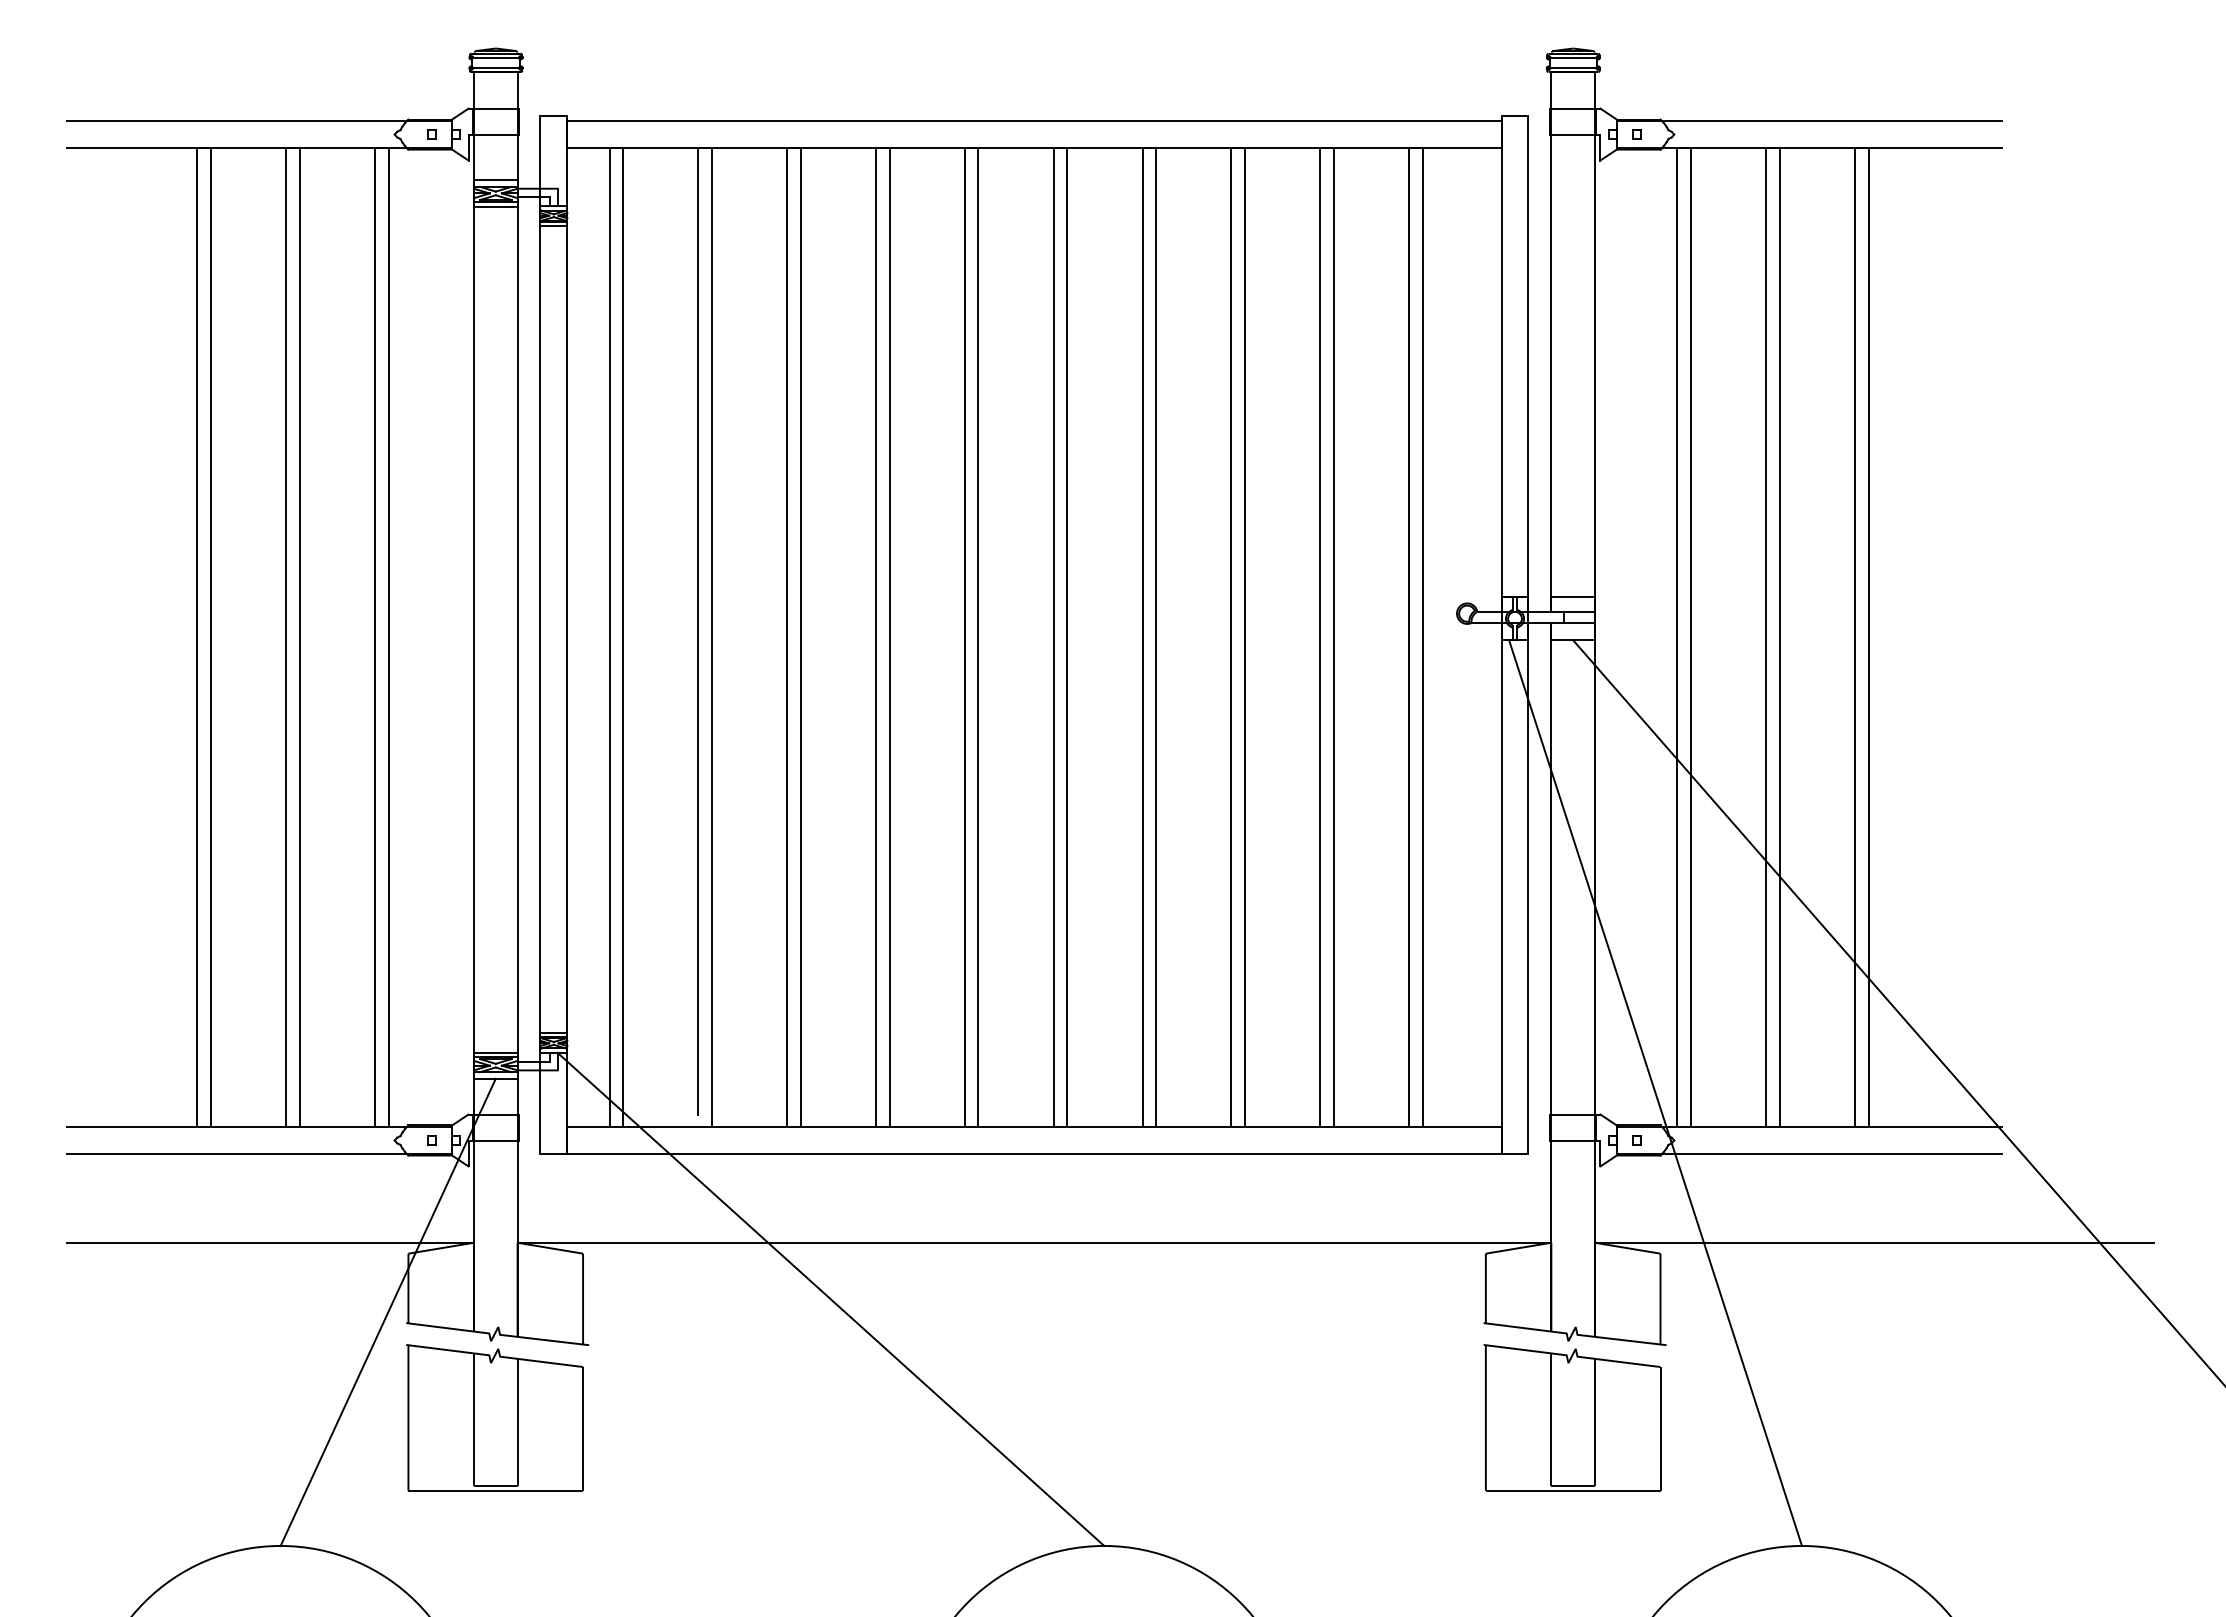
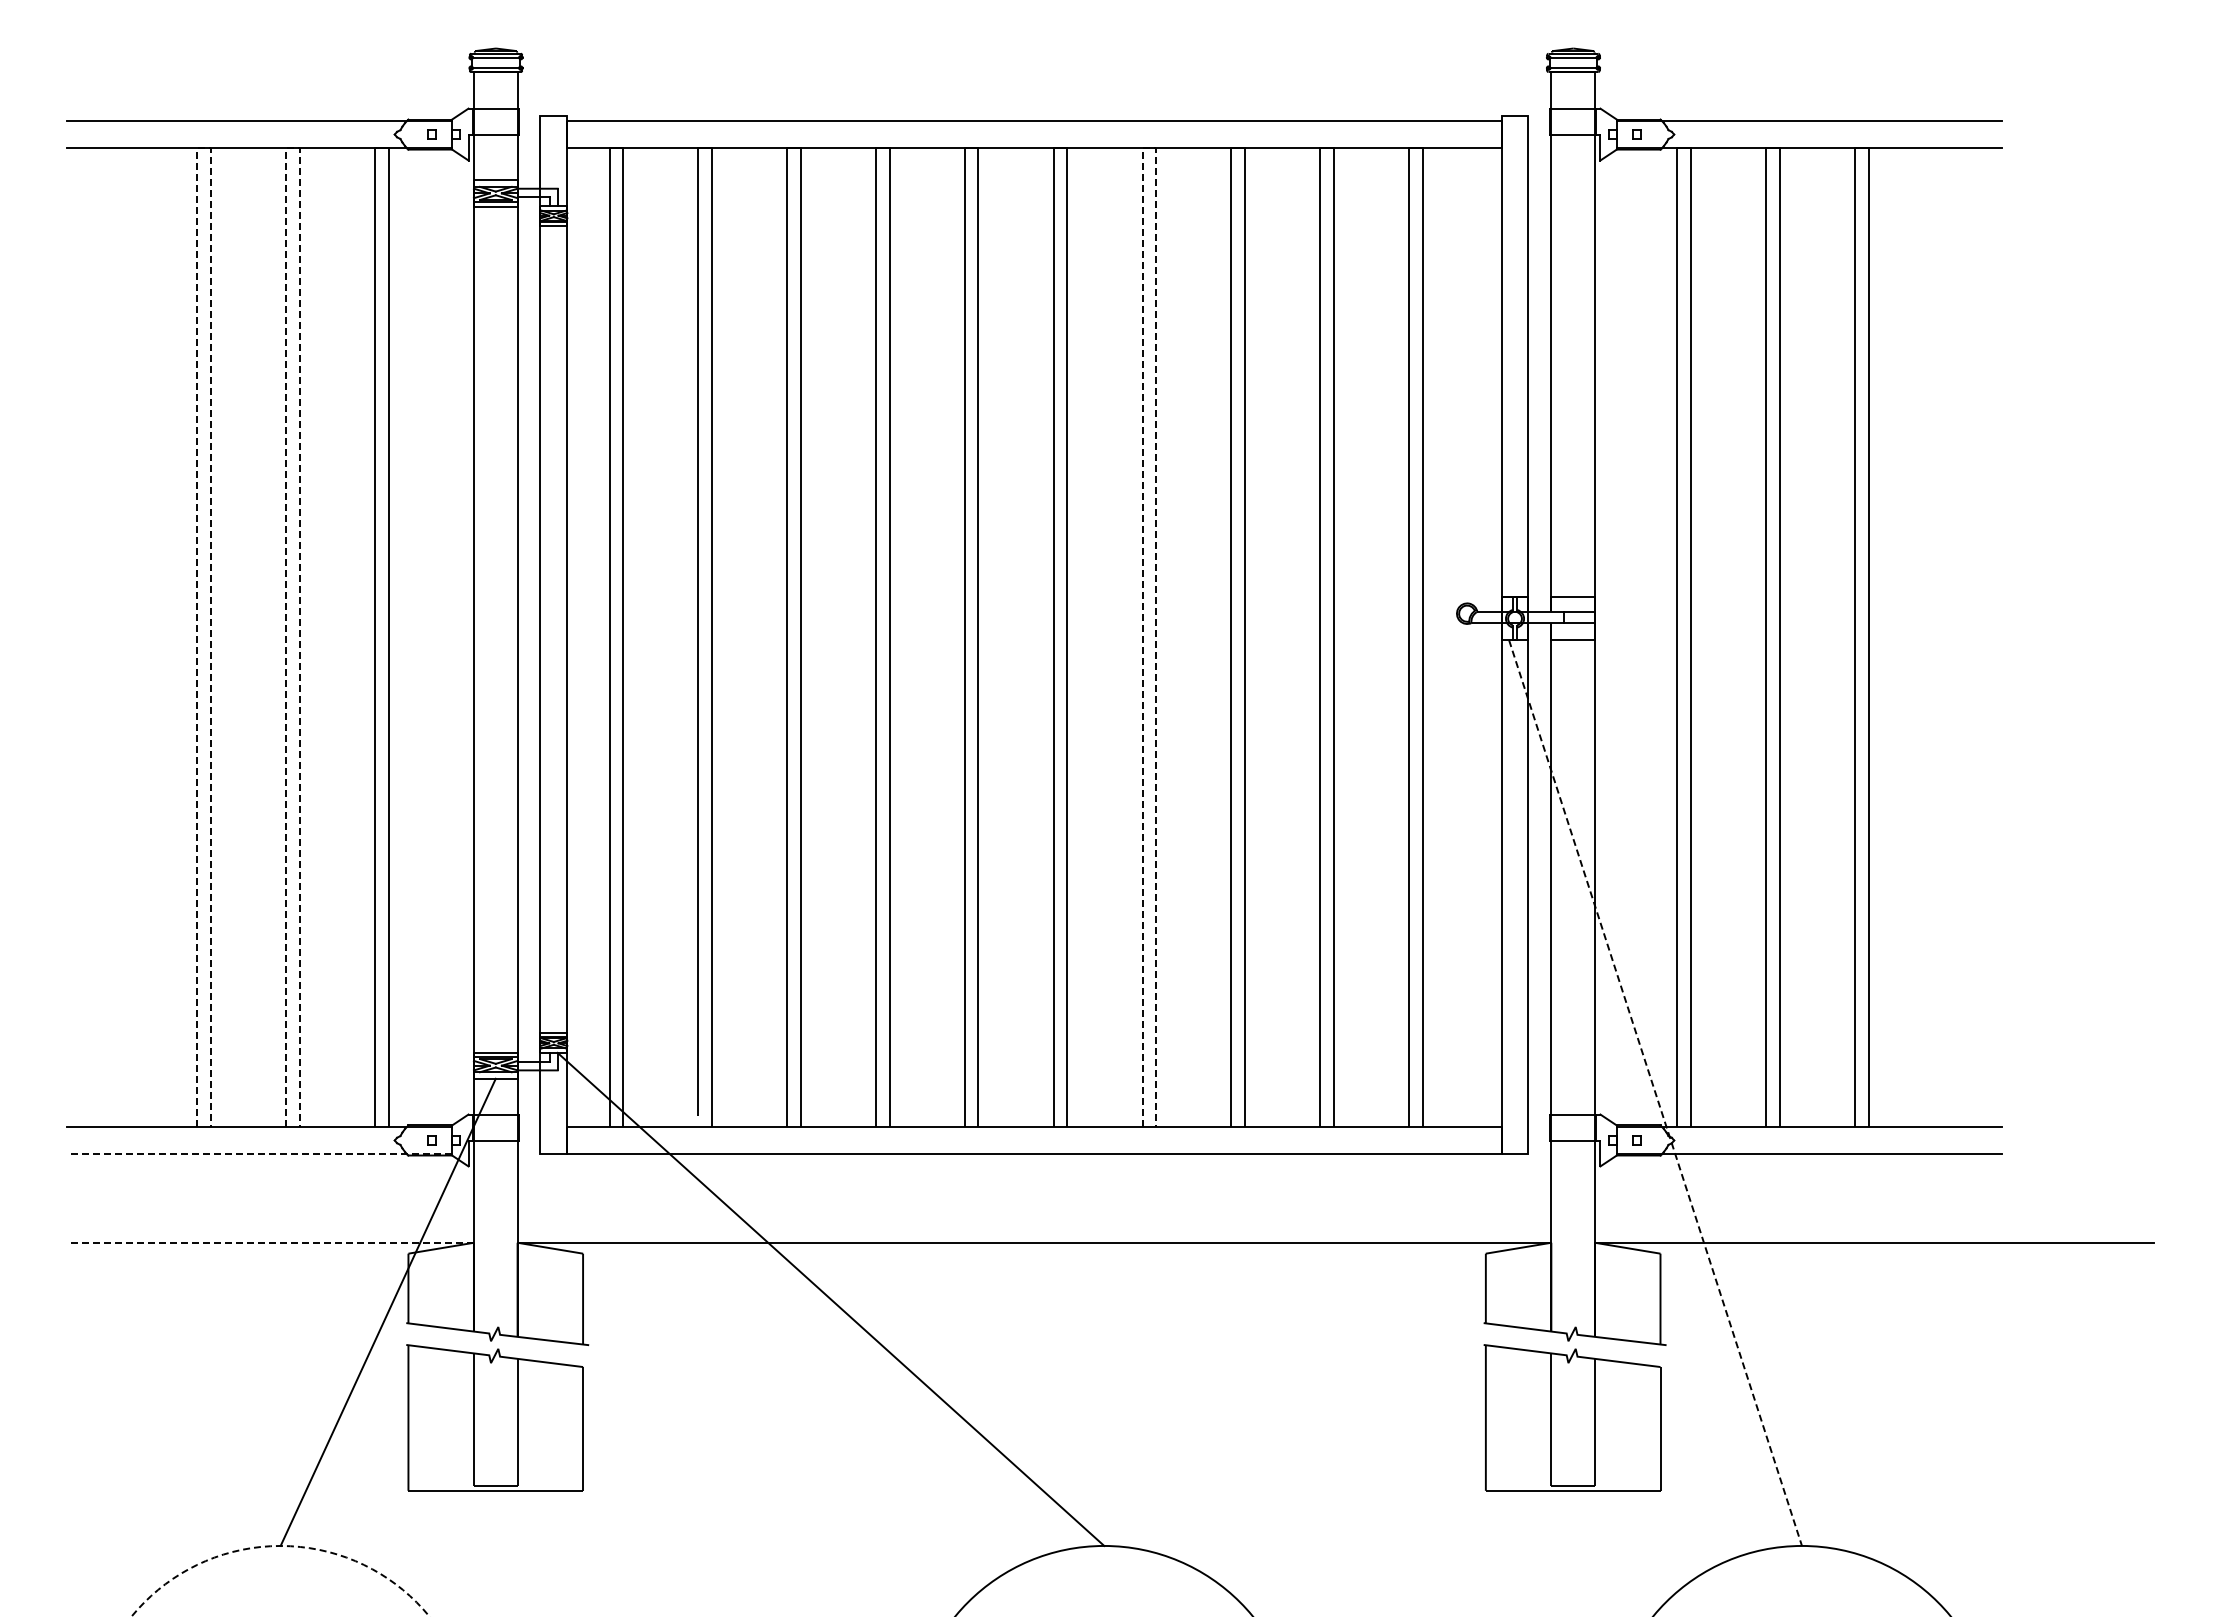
line at (204, 148): solid -> dashed
line at (293, 148): solid -> dashed
line at (1149, 148): solid -> dashed
line at (1897, 1011): present -> none
line at (1655, 1093): solid -> dashed
line at (259, 1154): solid -> dashed
line at (270, 1242): solid -> dashed
circle at (280, 1580): solid -> dashed
